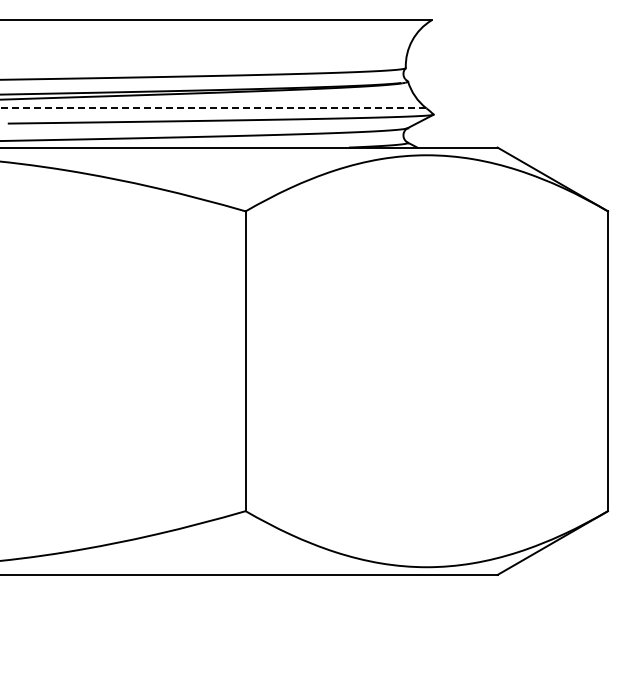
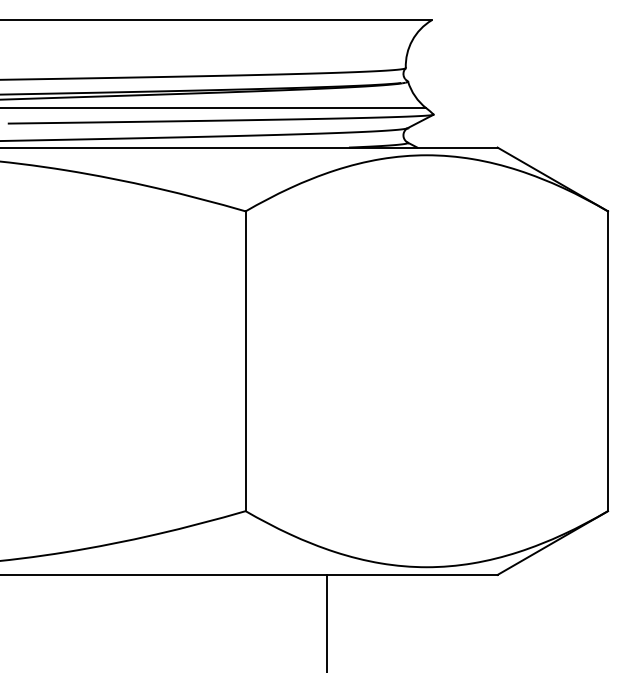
line at (213, 108): dashed -> solid
line at (326, 621): none -> present
